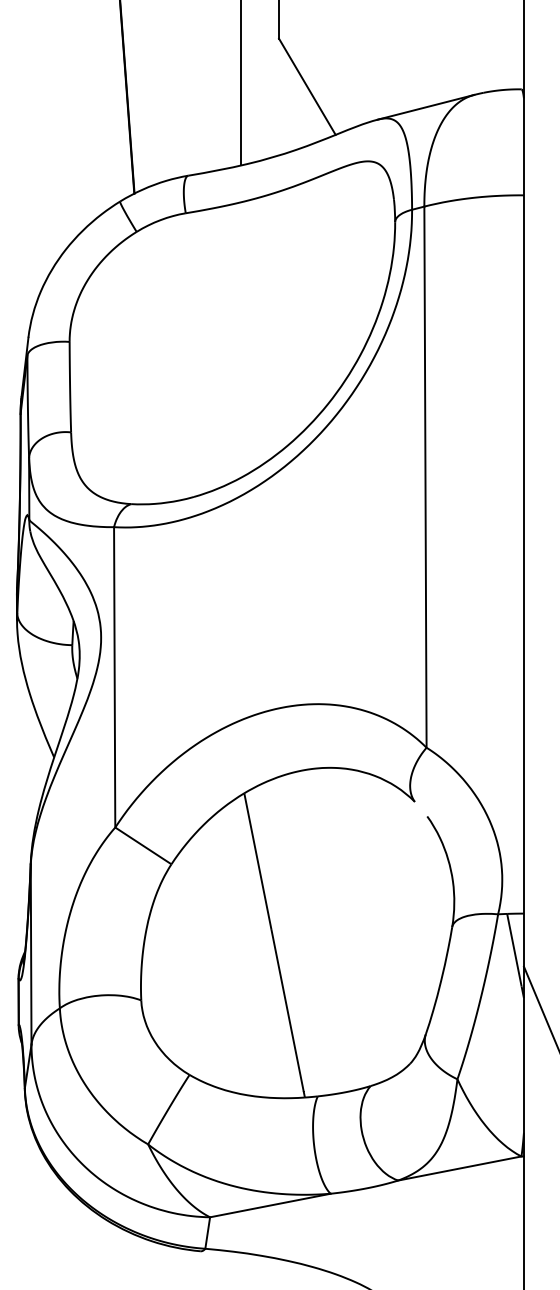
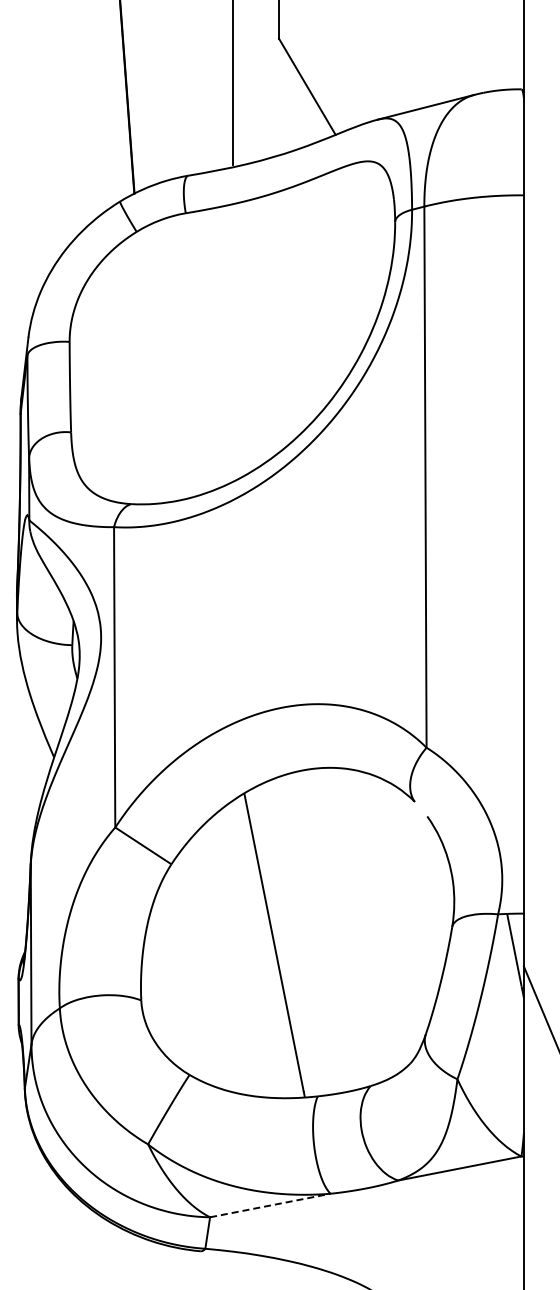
line at (241, 83) position: (241, 83) -> (233, 83)
line at (270, 1205): solid -> dashed
